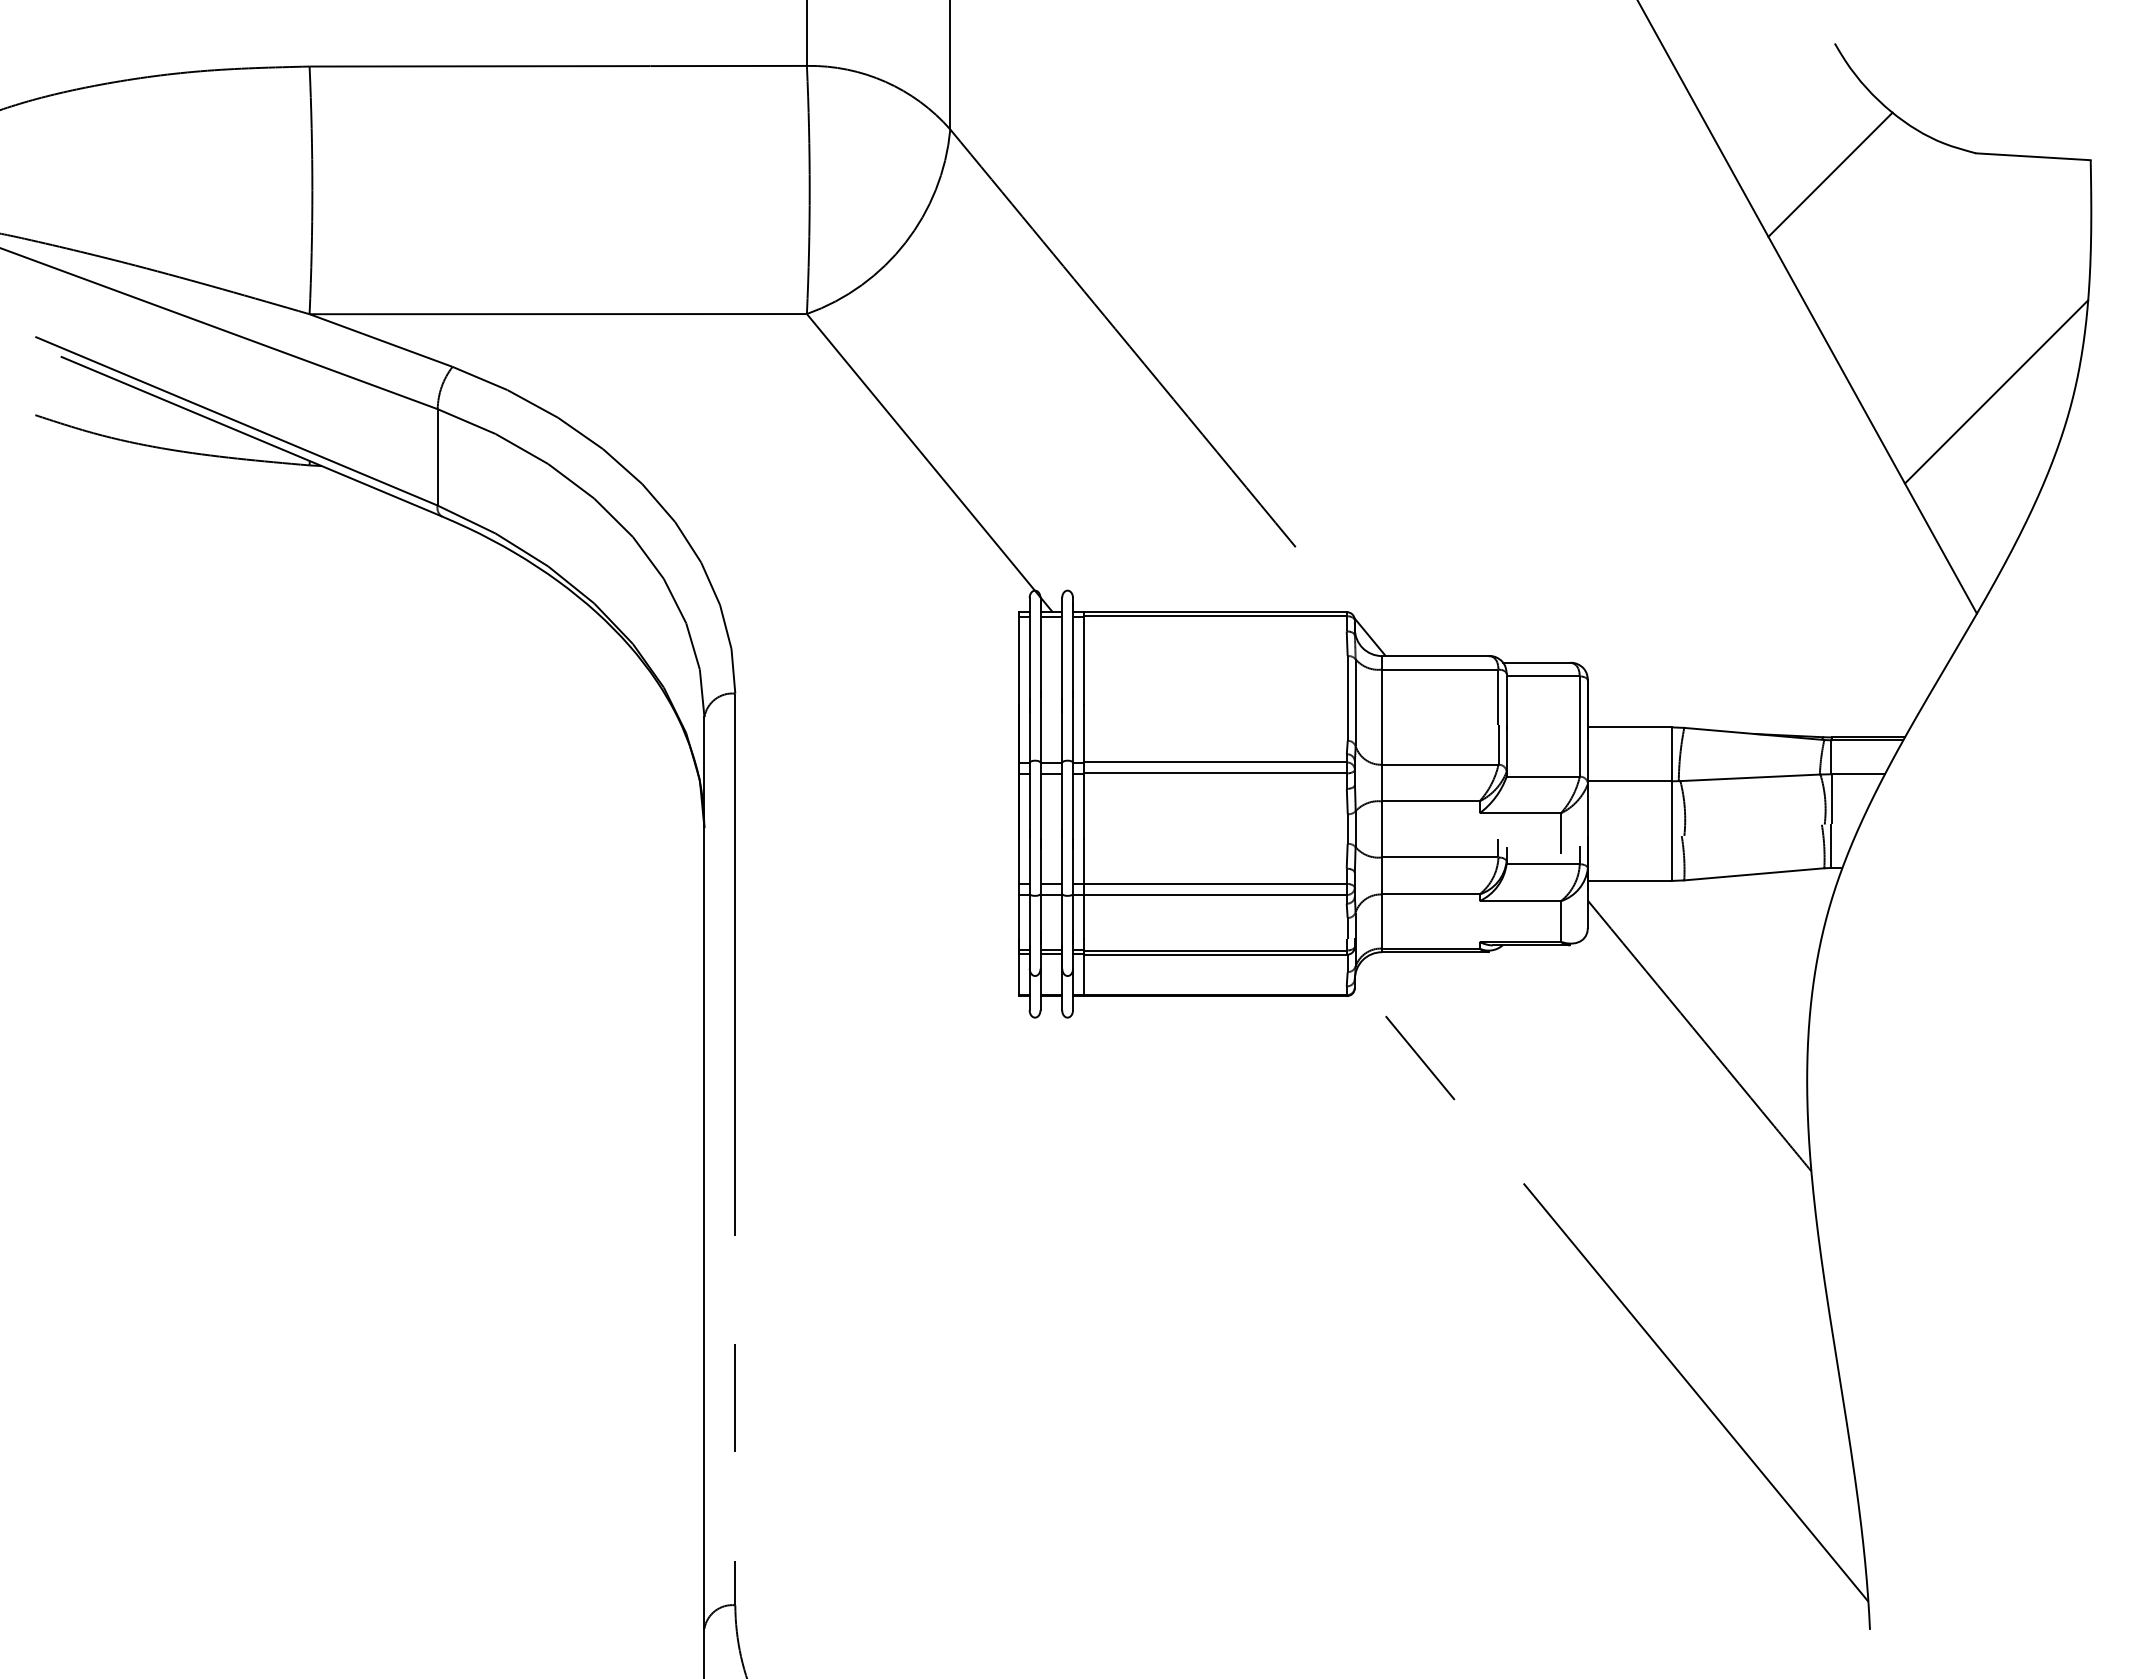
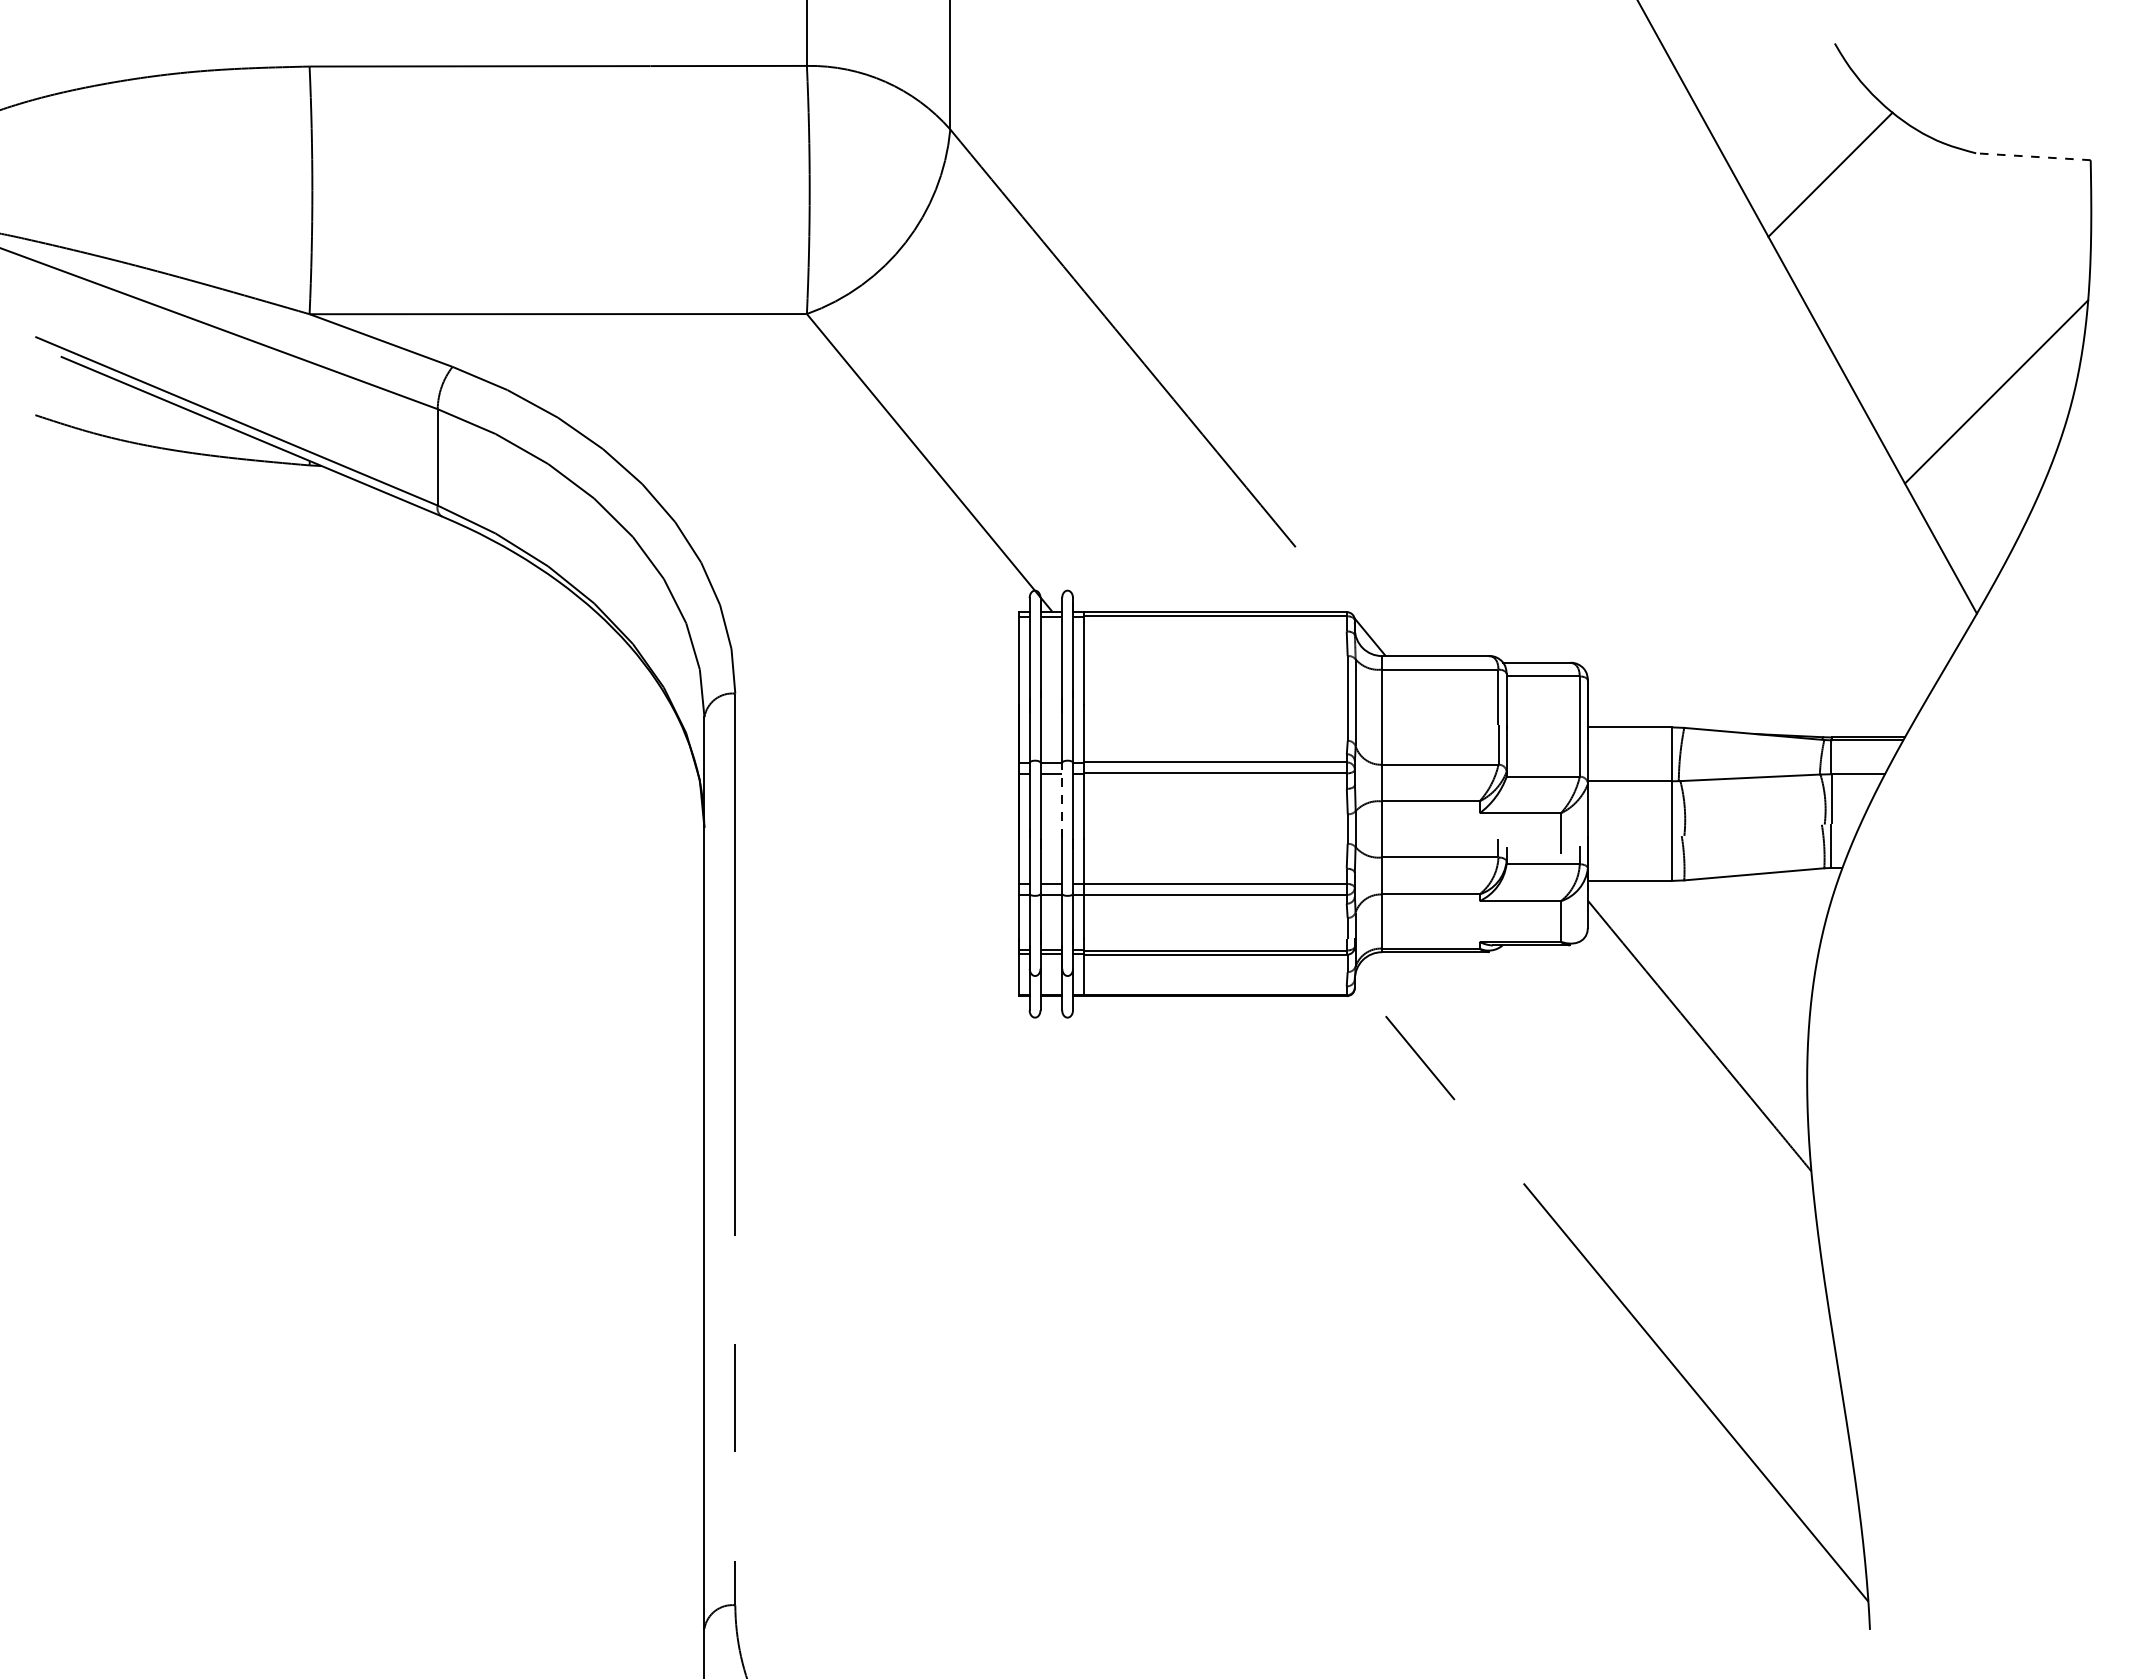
line at (2032, 156): solid -> dashed
line at (1062, 799): solid -> dashed
